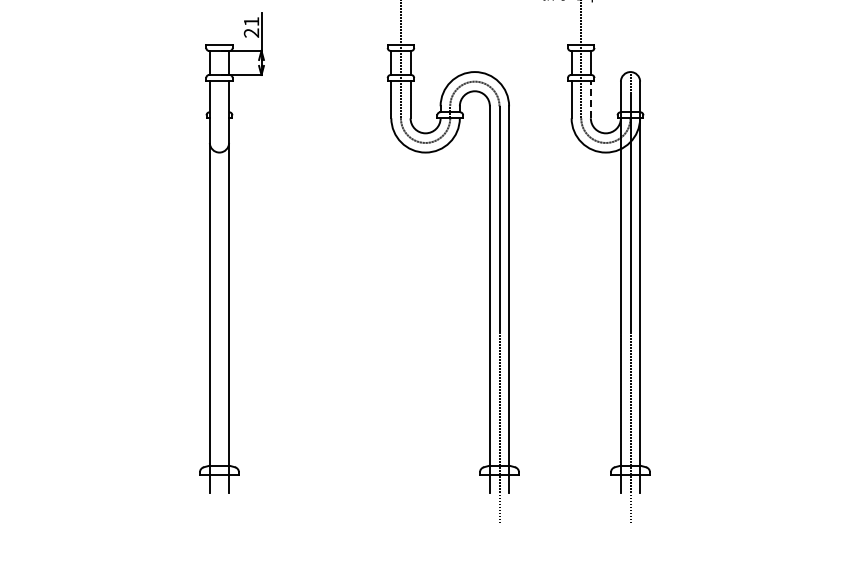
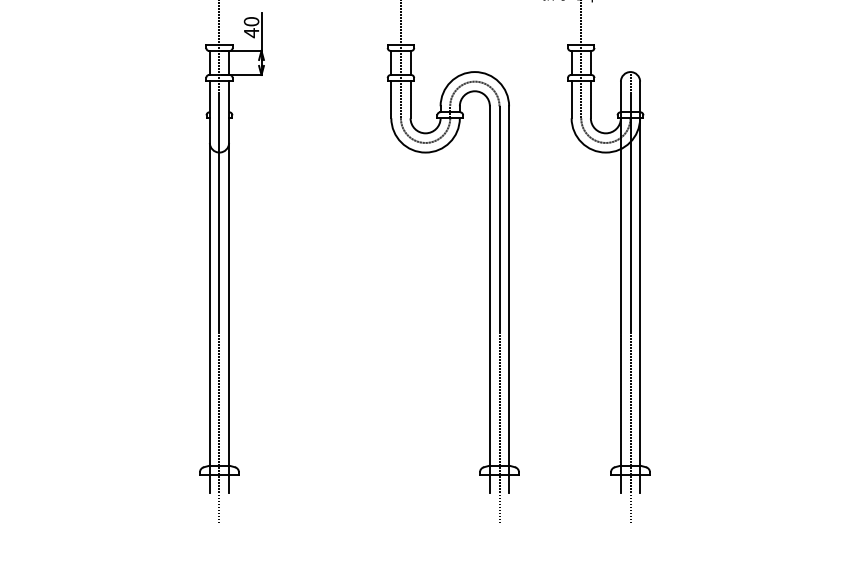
text at (251, 27): 21 -> 40
line at (590, 99): dashed -> solid
line at (219, 262): none -> present
